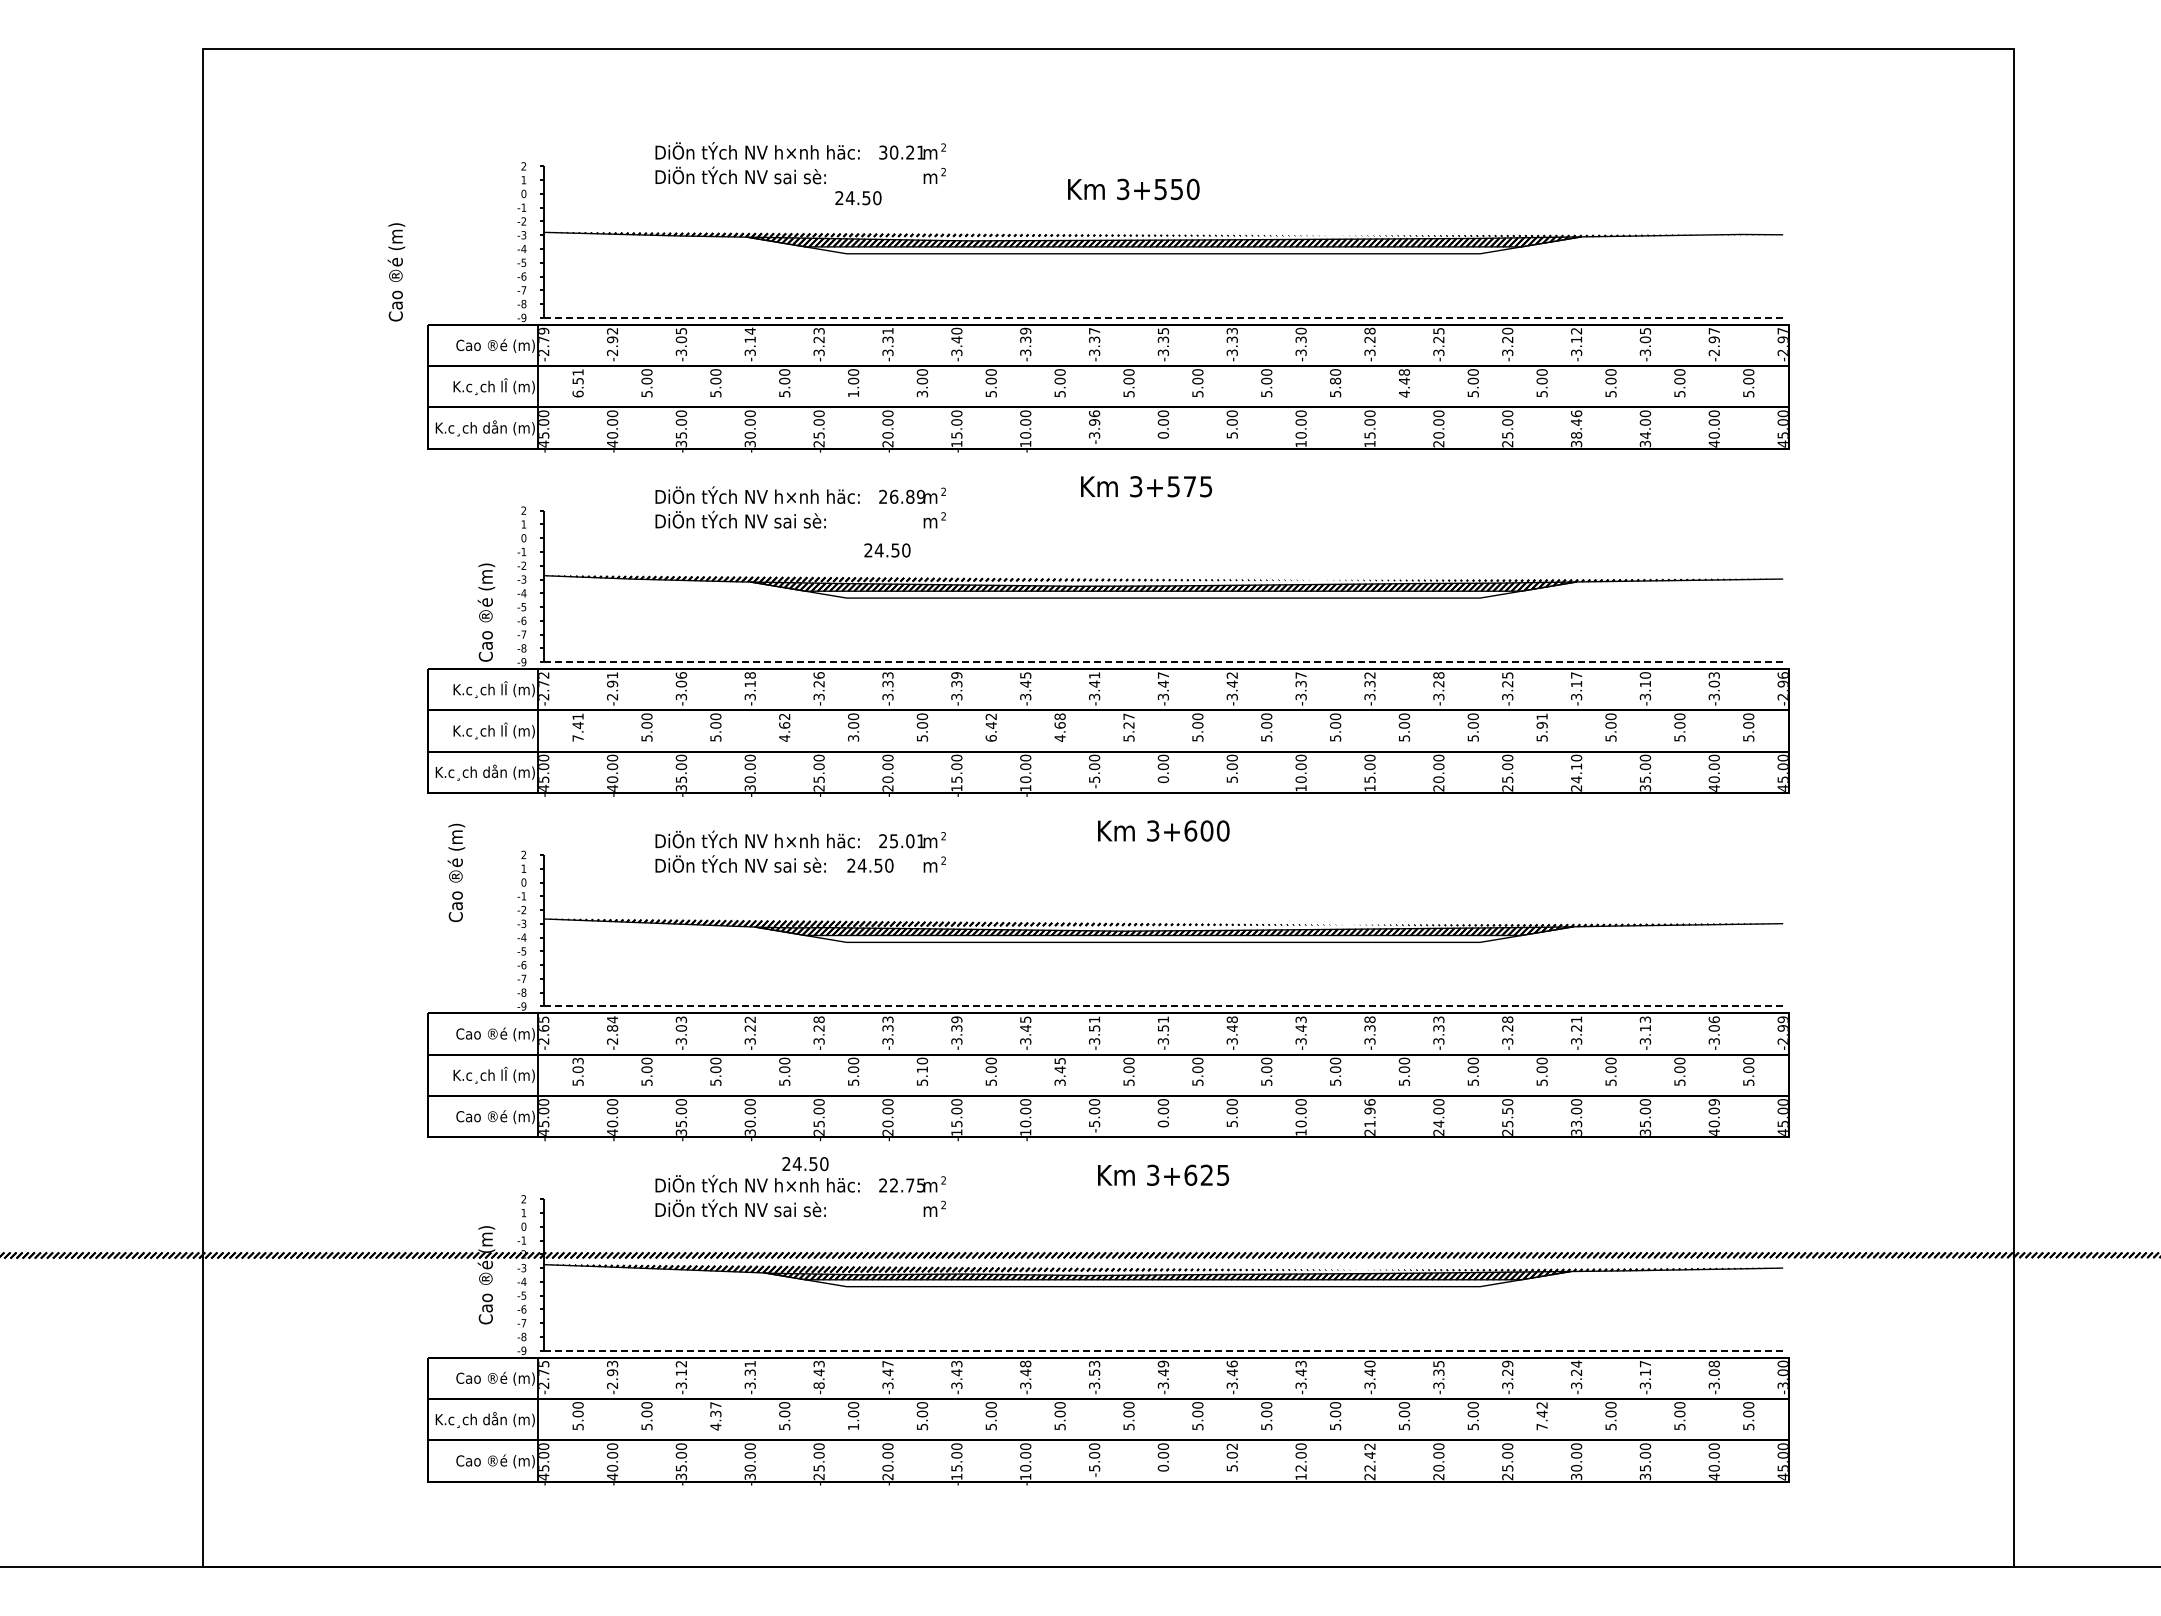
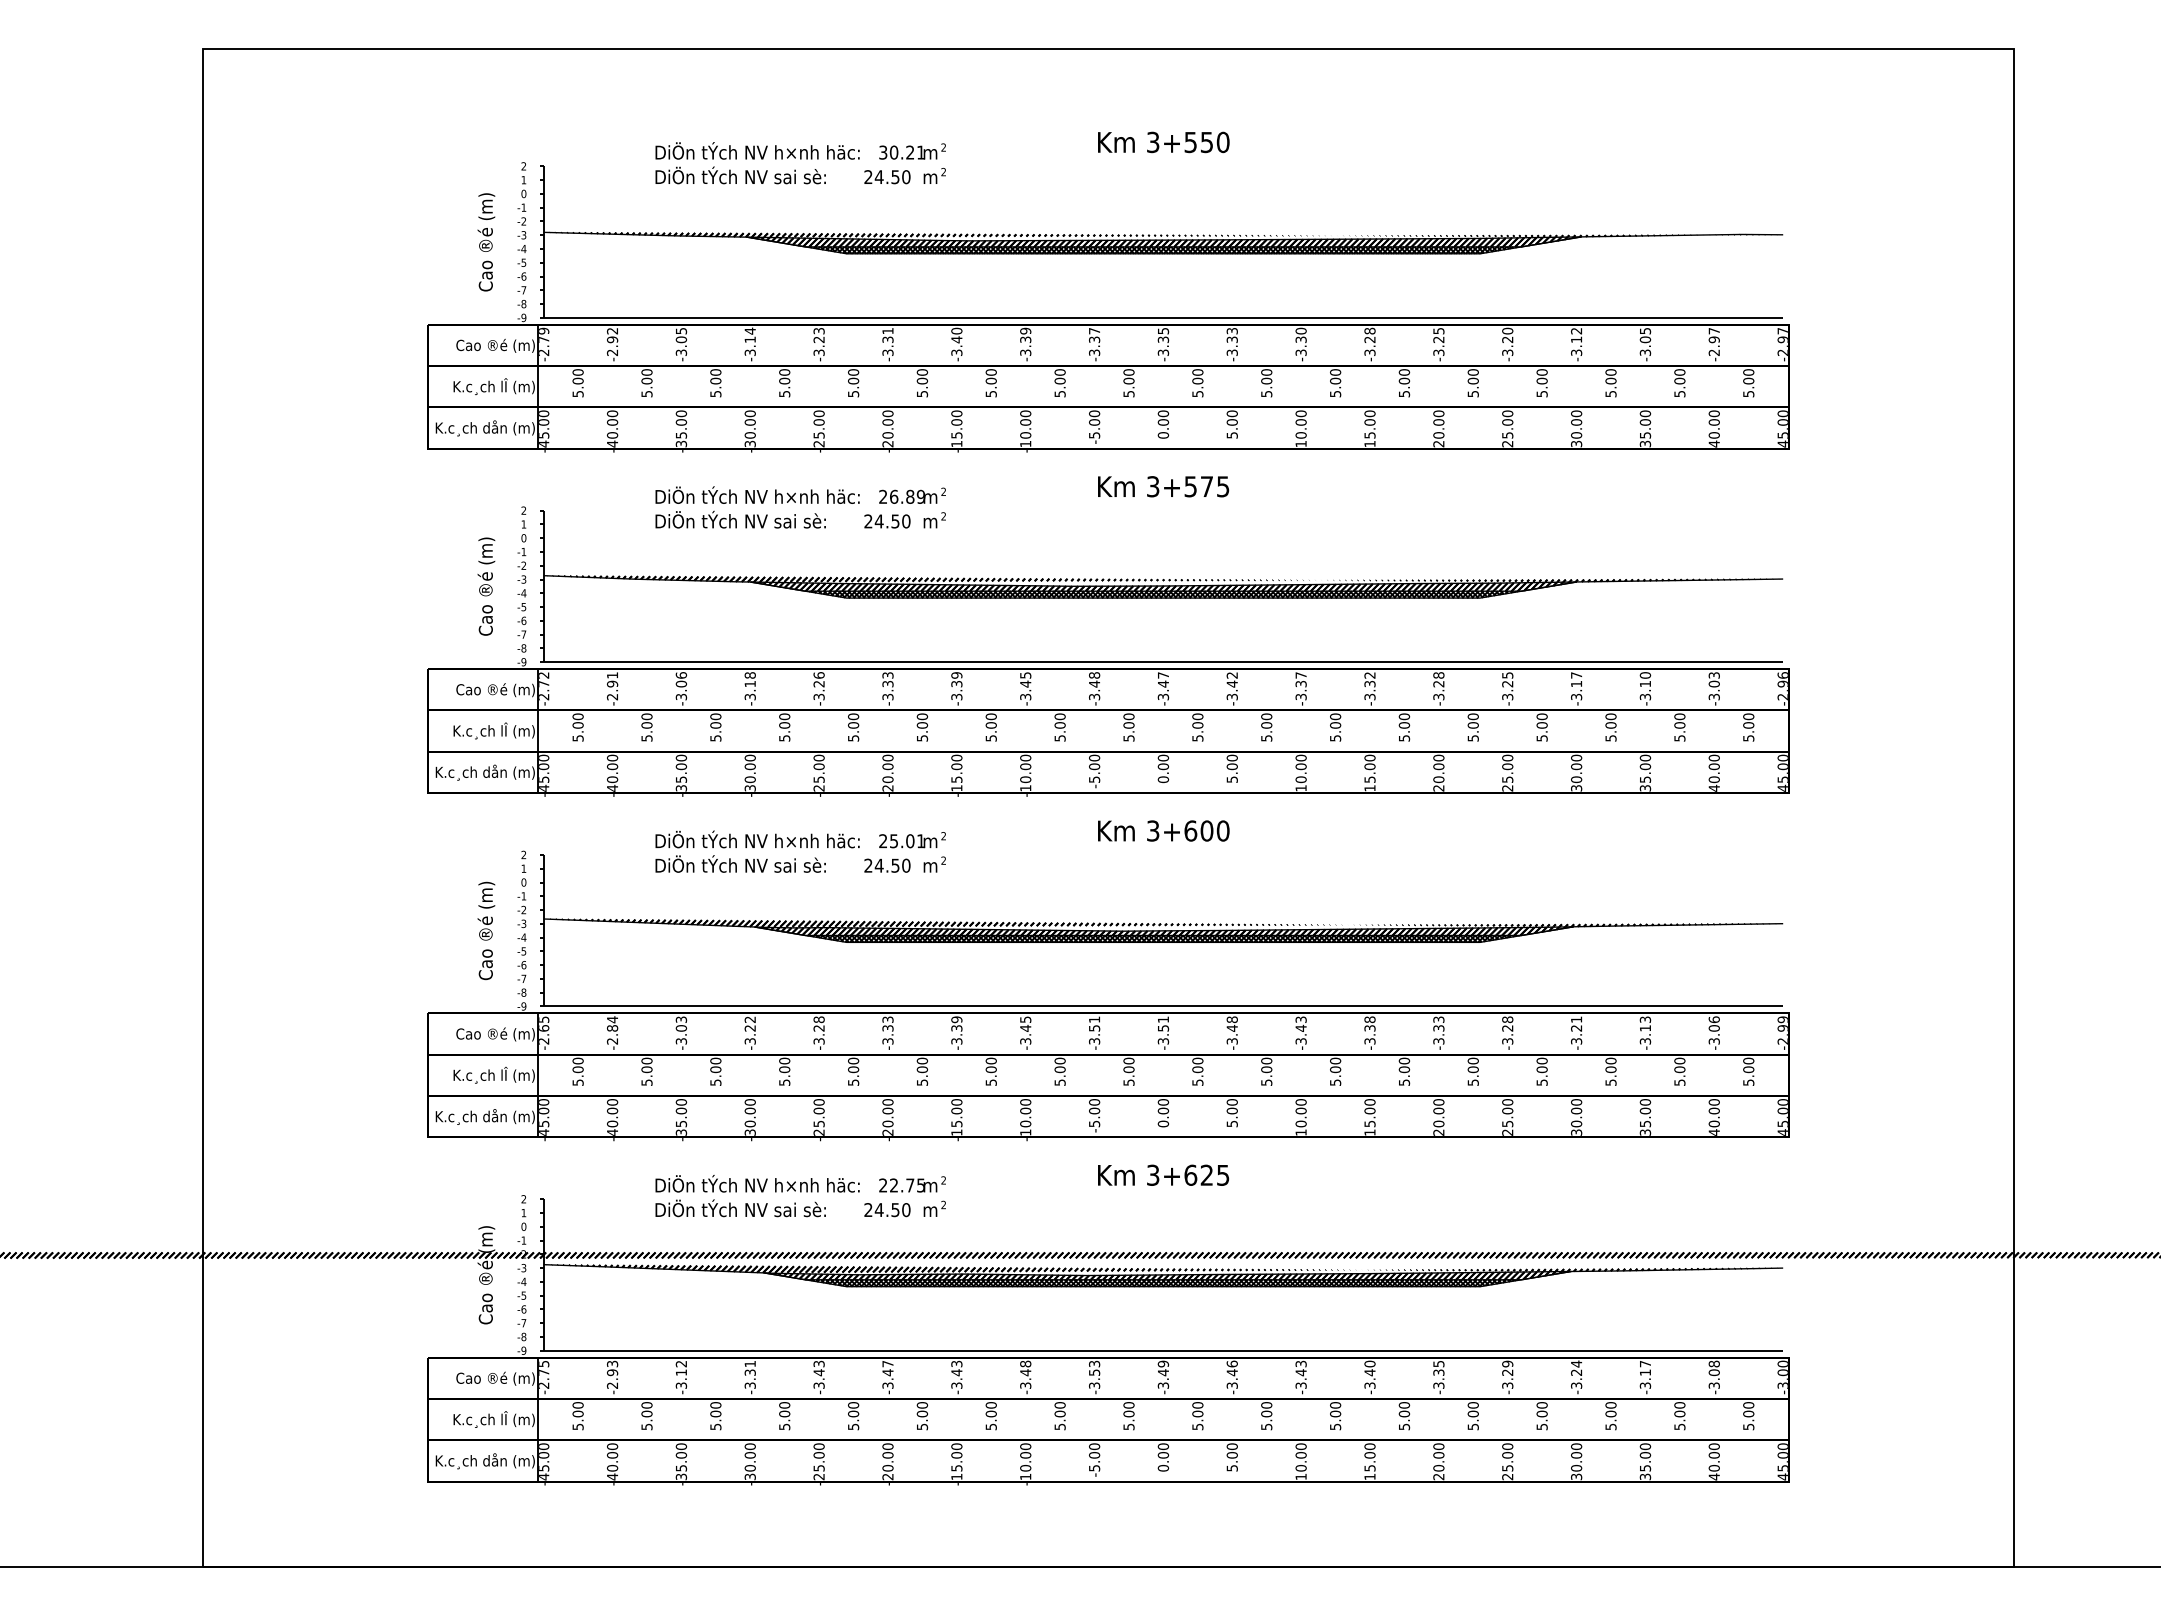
text at (1133, 189) position: (1133, 189) -> (1163, 142)
text at (858, 198) position: (858, 198) -> (887, 177)
hatch at (1163, 249): none -> present
text at (396, 272) position: (396, 272) -> (486, 242)
line at (1163, 317): dashed -> solid
text at (1335, 380): 5.80 -> 5.00
text at (577, 383): 6.51 -> 5.00
text at (1404, 383): 4.48 -> 5.00
text at (921, 393): 3.00 -> 5.00
text at (853, 394): 1.00 -> 5.00
text at (1094, 424): -3.96 -> -5.00
text at (1576, 424): 38.46 -> 30.00
text at (1645, 434): 34.00 -> 35.00
text at (1146, 486) position: (1146, 486) -> (1163, 486)
text at (887, 550) position: (887, 550) -> (887, 521)
hatch at (1163, 594): none -> present
text at (486, 612) position: (486, 612) -> (486, 586)
line at (1163, 662): dashed -> solid
text at (1094, 675): -3.41 -> -3.48
text at (480, 689): K.c¸ch lÎ (m) -> Cao ®é (m)
text at (1128, 720): 5.27 -> 5.00
text at (1541, 720): 5.91 -> 5.00
text at (577, 727): 7.41 -> 5.00
text at (784, 727): 4.62 -> 5.00
text at (990, 727): 6.42 -> 5.00
text at (1059, 727): 4.68 -> 5.00
text at (853, 738): 3.00 -> 5.00
text at (1576, 777): 24.10 -> 30.00
text at (870, 865) position: (870, 865) -> (887, 865)
text at (456, 872) position: (456, 872) -> (486, 930)
hatch at (1163, 938): none -> present
line at (1163, 1006): dashed -> solid
text at (577, 1060): 5.03 -> 5.00
text at (922, 1069): 5.10 -> 5.00
text at (1059, 1071): 3.45 -> 5.00
text at (1714, 1102): 40.09 -> 40.00
text at (1507, 1110): 25.50 -> 25.00
text at (471, 1116): Cao ®é (m) -> K.c¸ch dån (m)
text at (1369, 1117): 21.96 -> 15.00
text at (1438, 1123): 24.00 -> 20.00
text at (1576, 1123): 33.00 -> 30.00
text at (805, 1164) position: (805, 1164) -> (887, 1210)
hatch at (1163, 1282): none -> present
line at (1163, 1350): dashed -> solid
text at (818, 1385): -8.43 -> -3.43
text at (715, 1416): 4.37 -> 5.00
text at (1541, 1416): 7.42 -> 5.00
text at (471, 1419): K.c¸ch dån (m) -> K.c¸ch lÎ (m)
text at (853, 1426): 1.00 -> 5.00
text at (1231, 1446): 5.02 -> 5.00
text at (471, 1461): Cao ®é (m) -> K.c¸ch dån (m)
text at (1369, 1461): 22.42 -> 15.00
text at (1300, 1467): 12.00 -> 10.00
